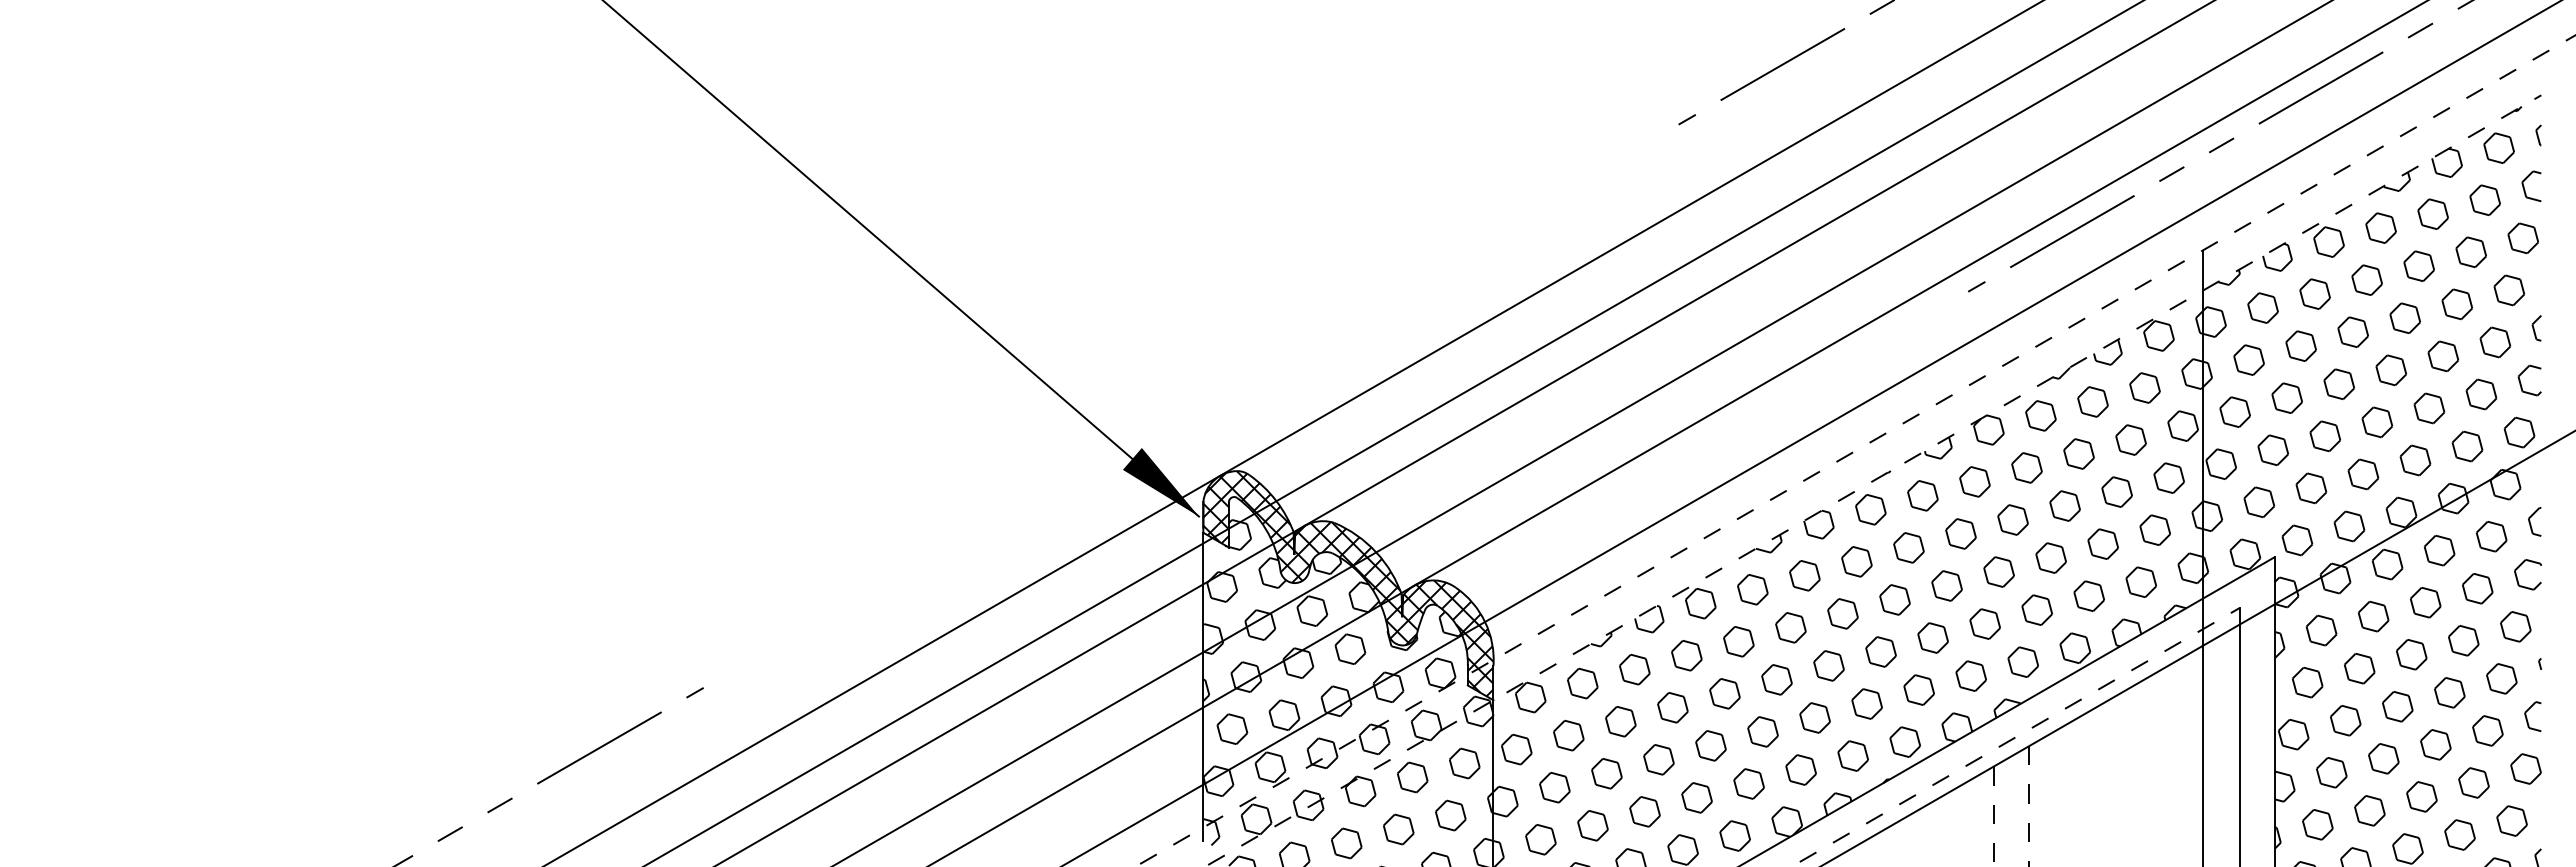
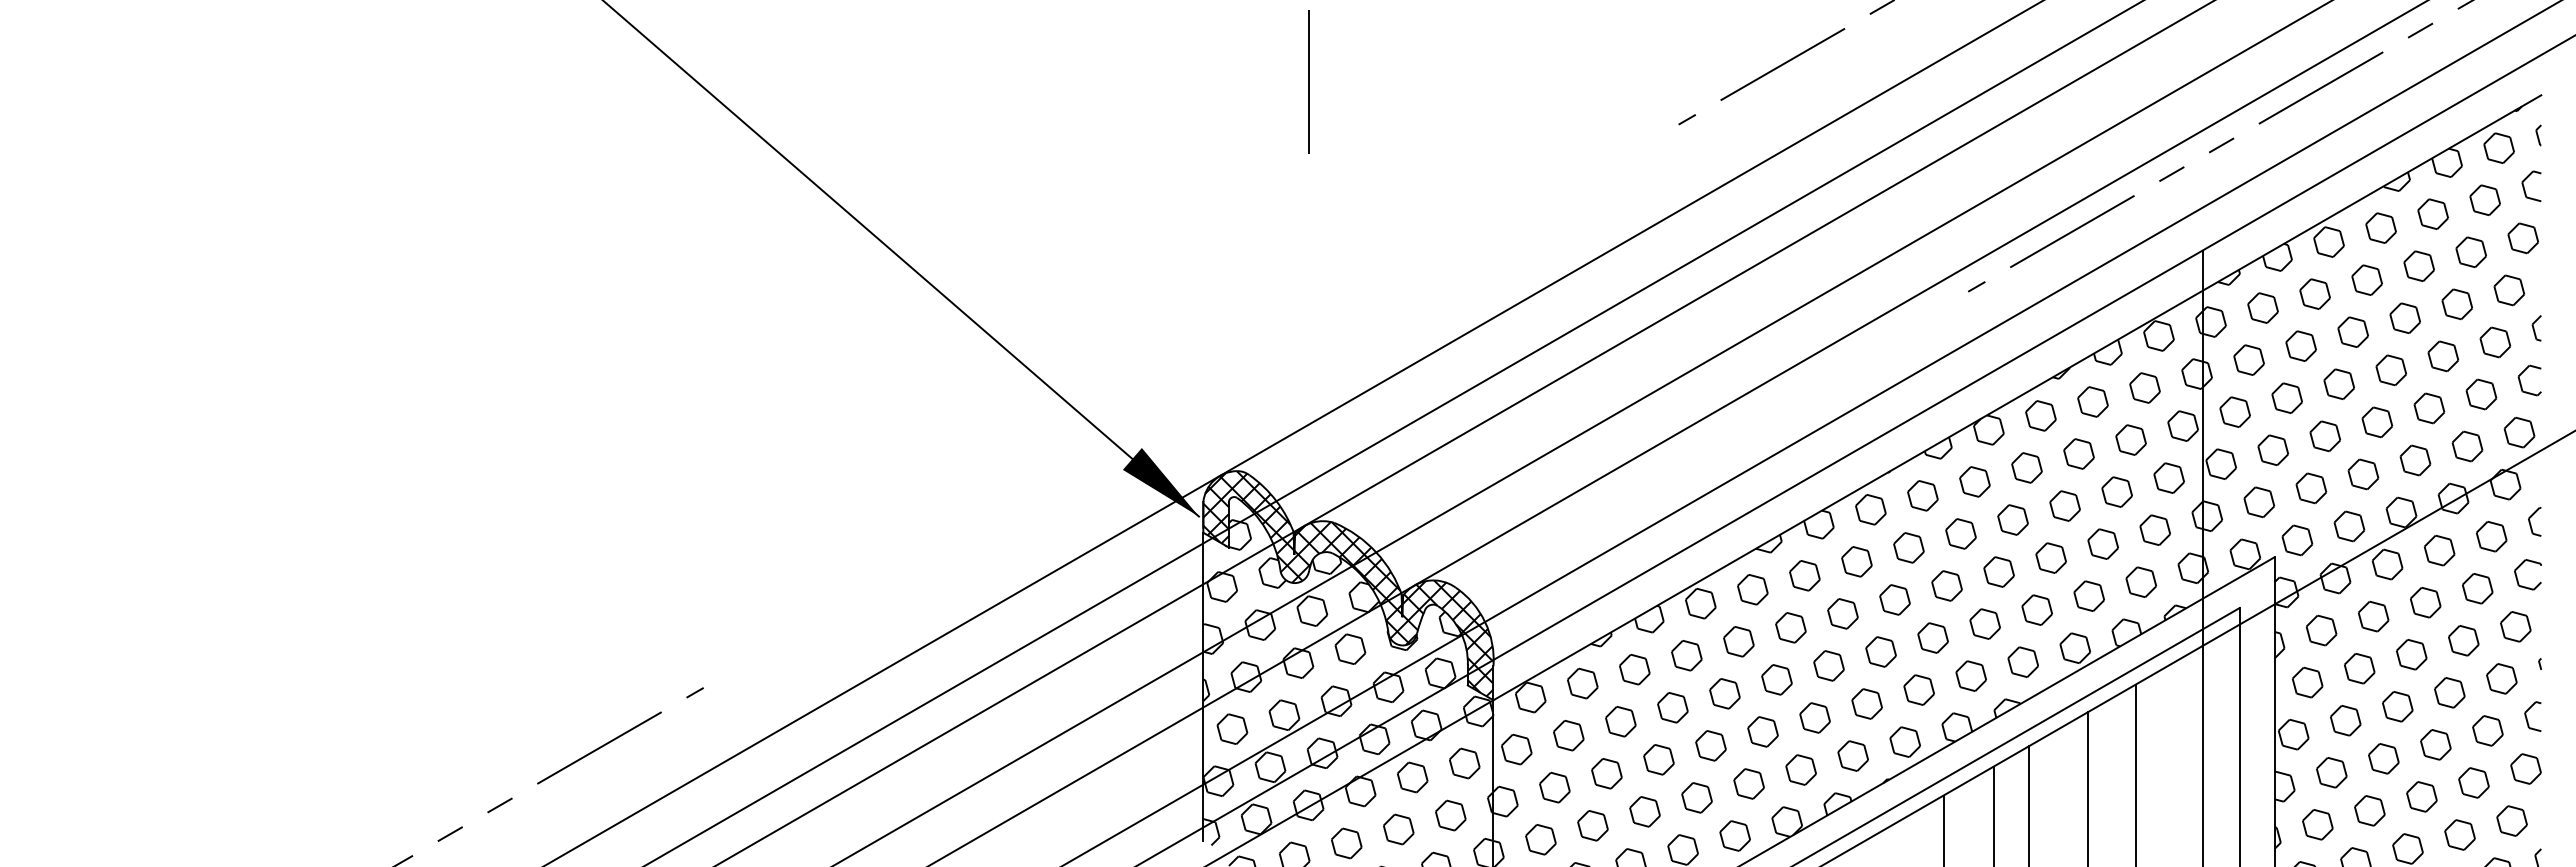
line at (1309, 77): none -> present
line at (1855, 450): dashed -> solid
line at (1873, 480): dashed -> solid
line at (2015, 737): dashed -> solid
line at (2135, 773): none -> present
line at (2087, 787): none -> present
line at (2029, 806): dashed -> solid
line at (1993, 816): dashed -> solid
line at (1943, 829): none -> present
